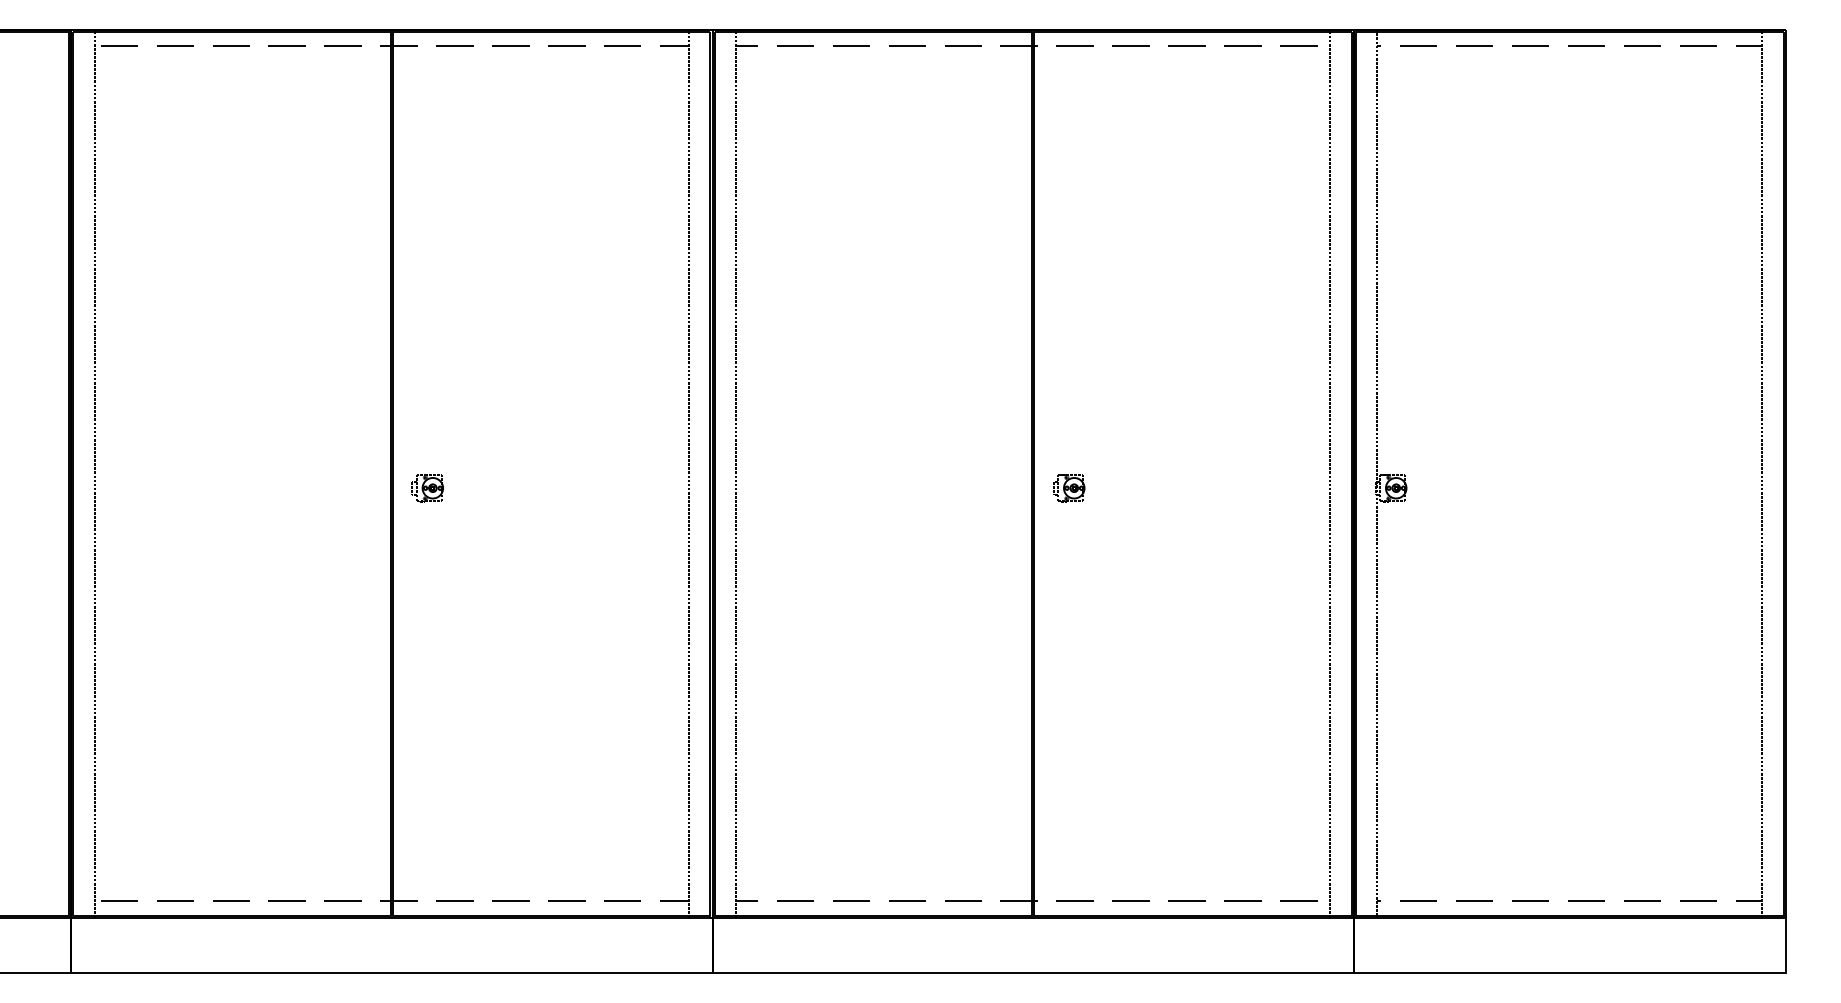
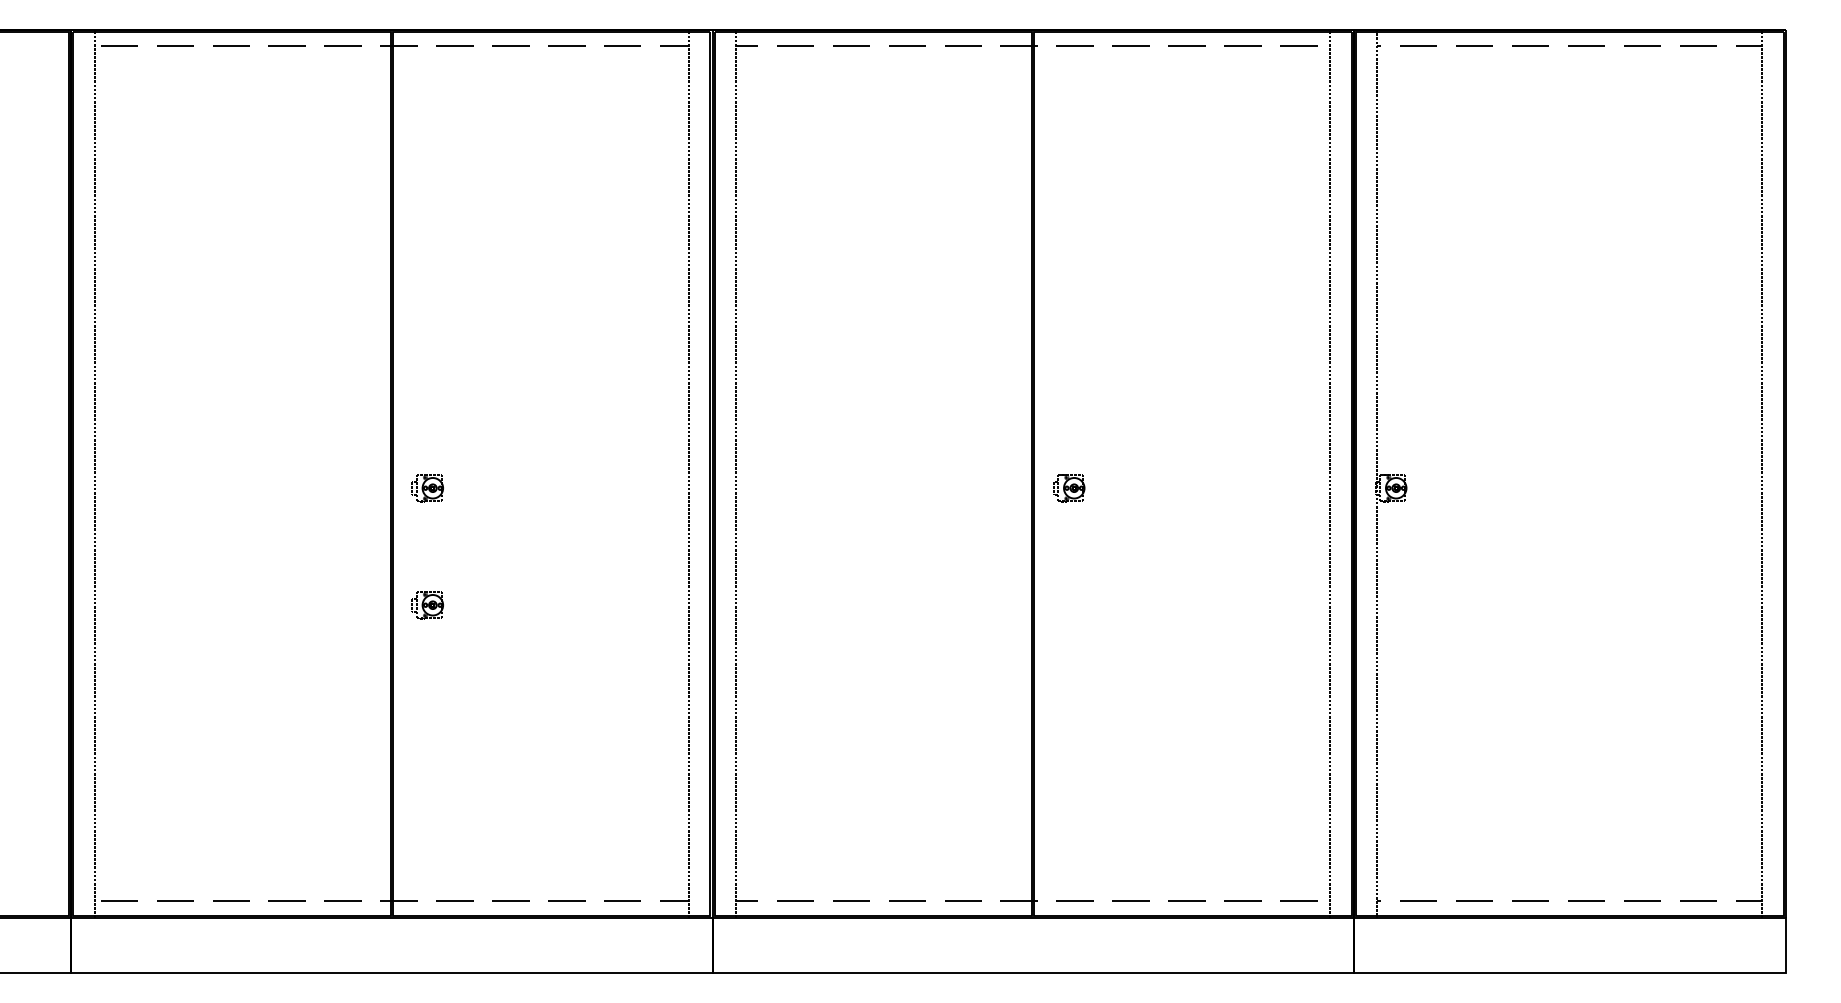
part at (427, 605): none -> present
